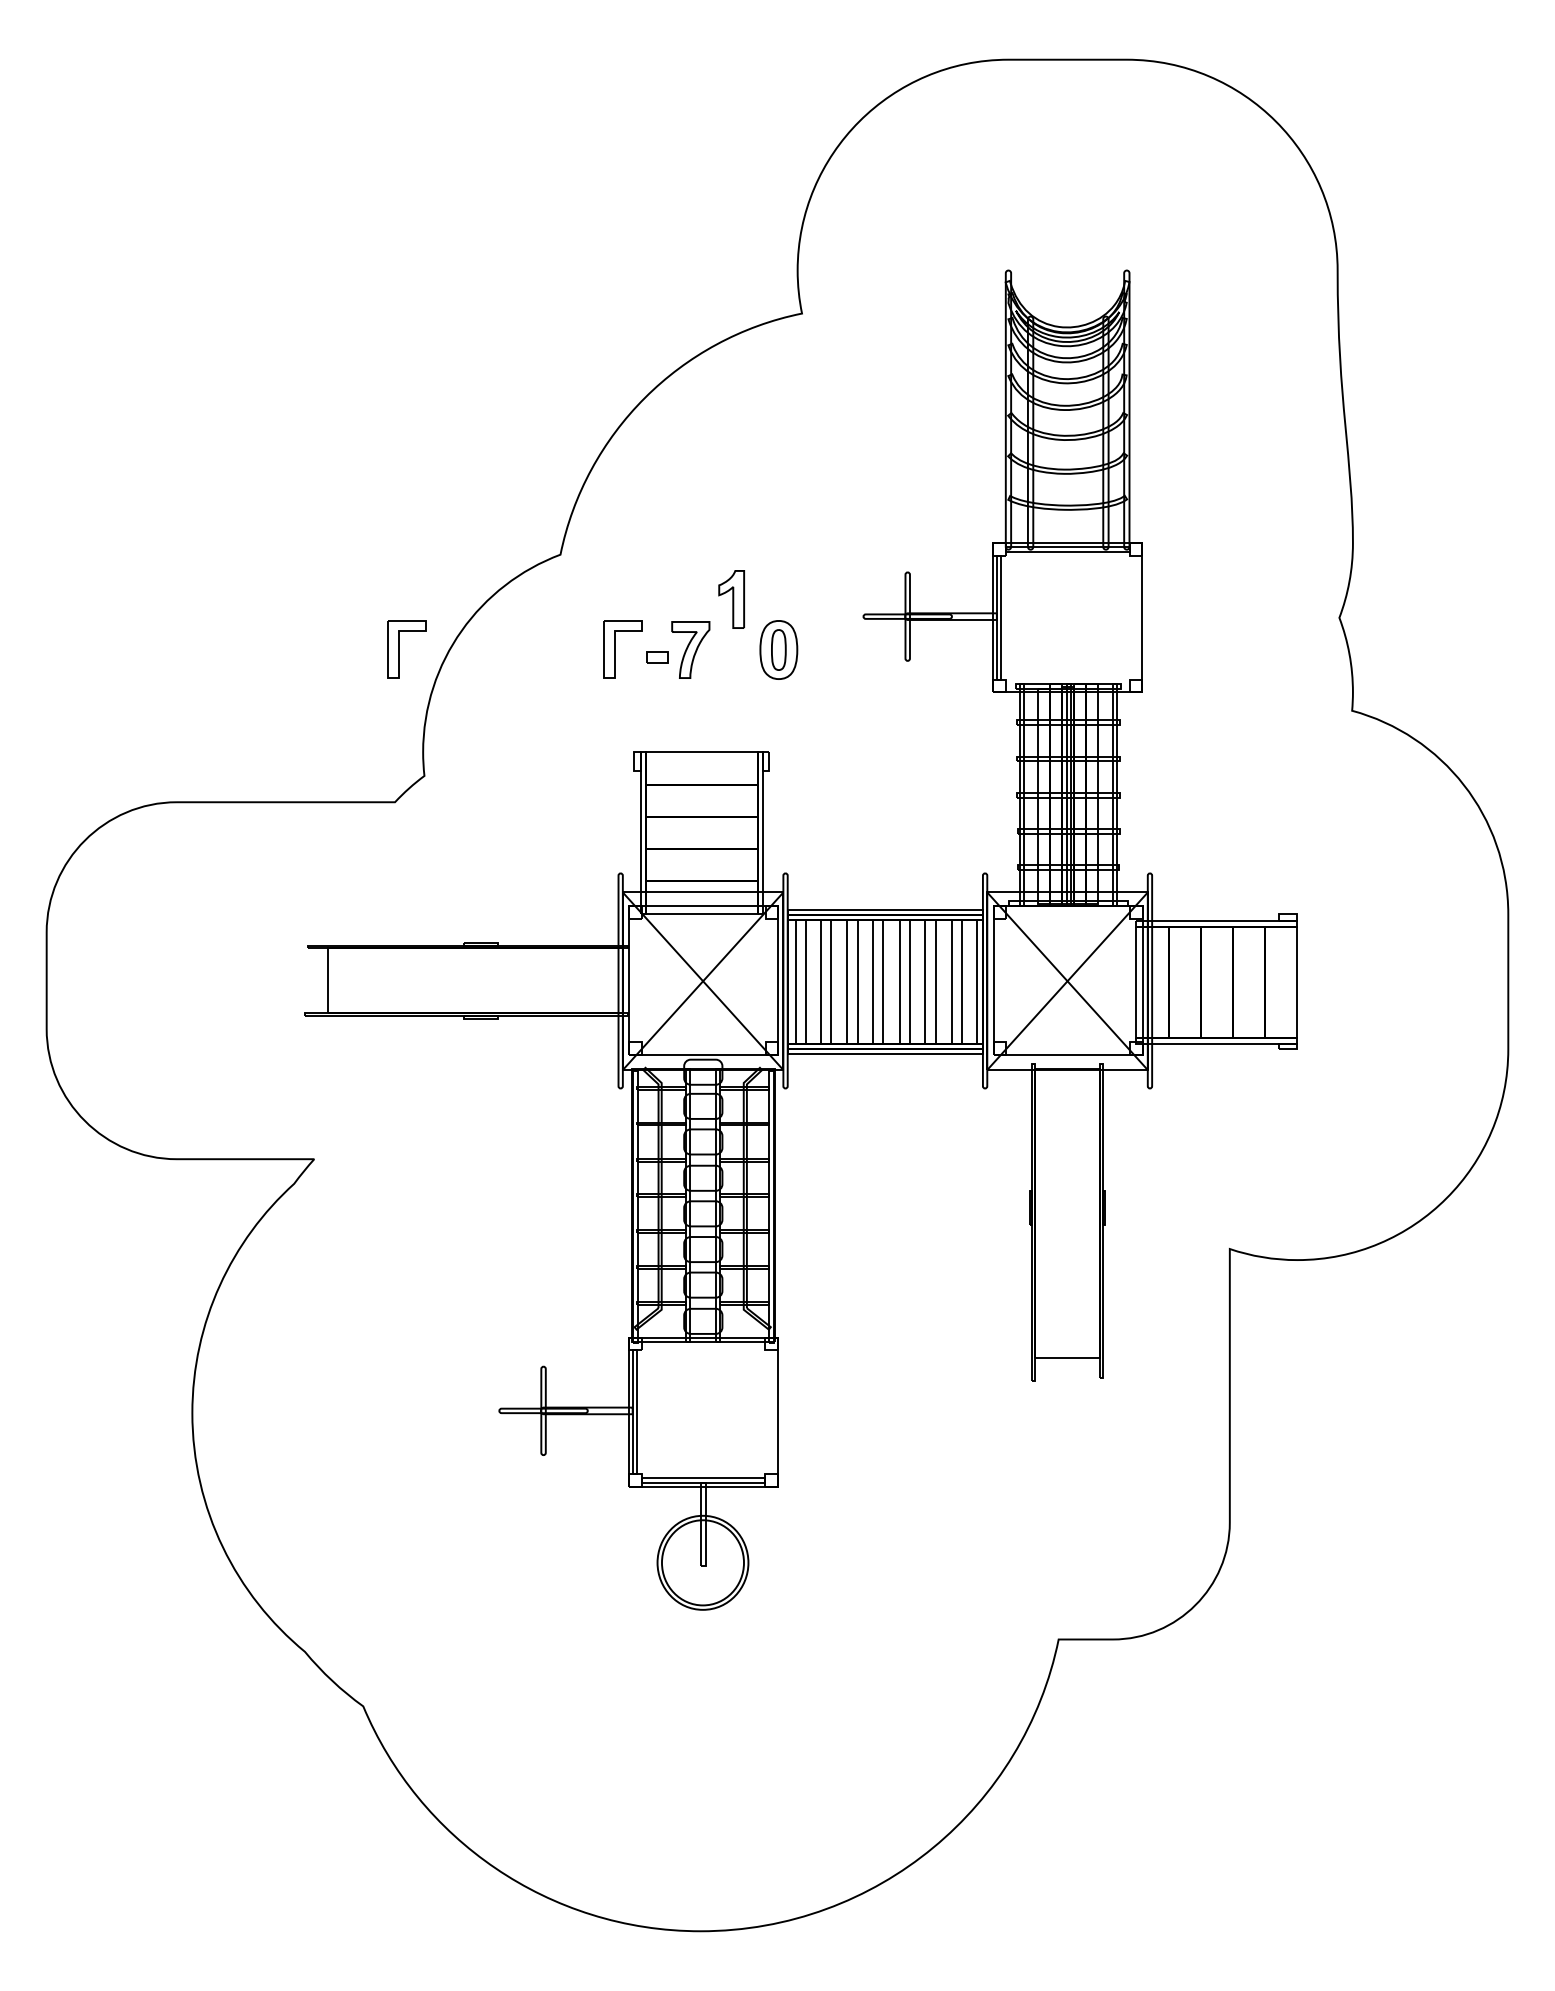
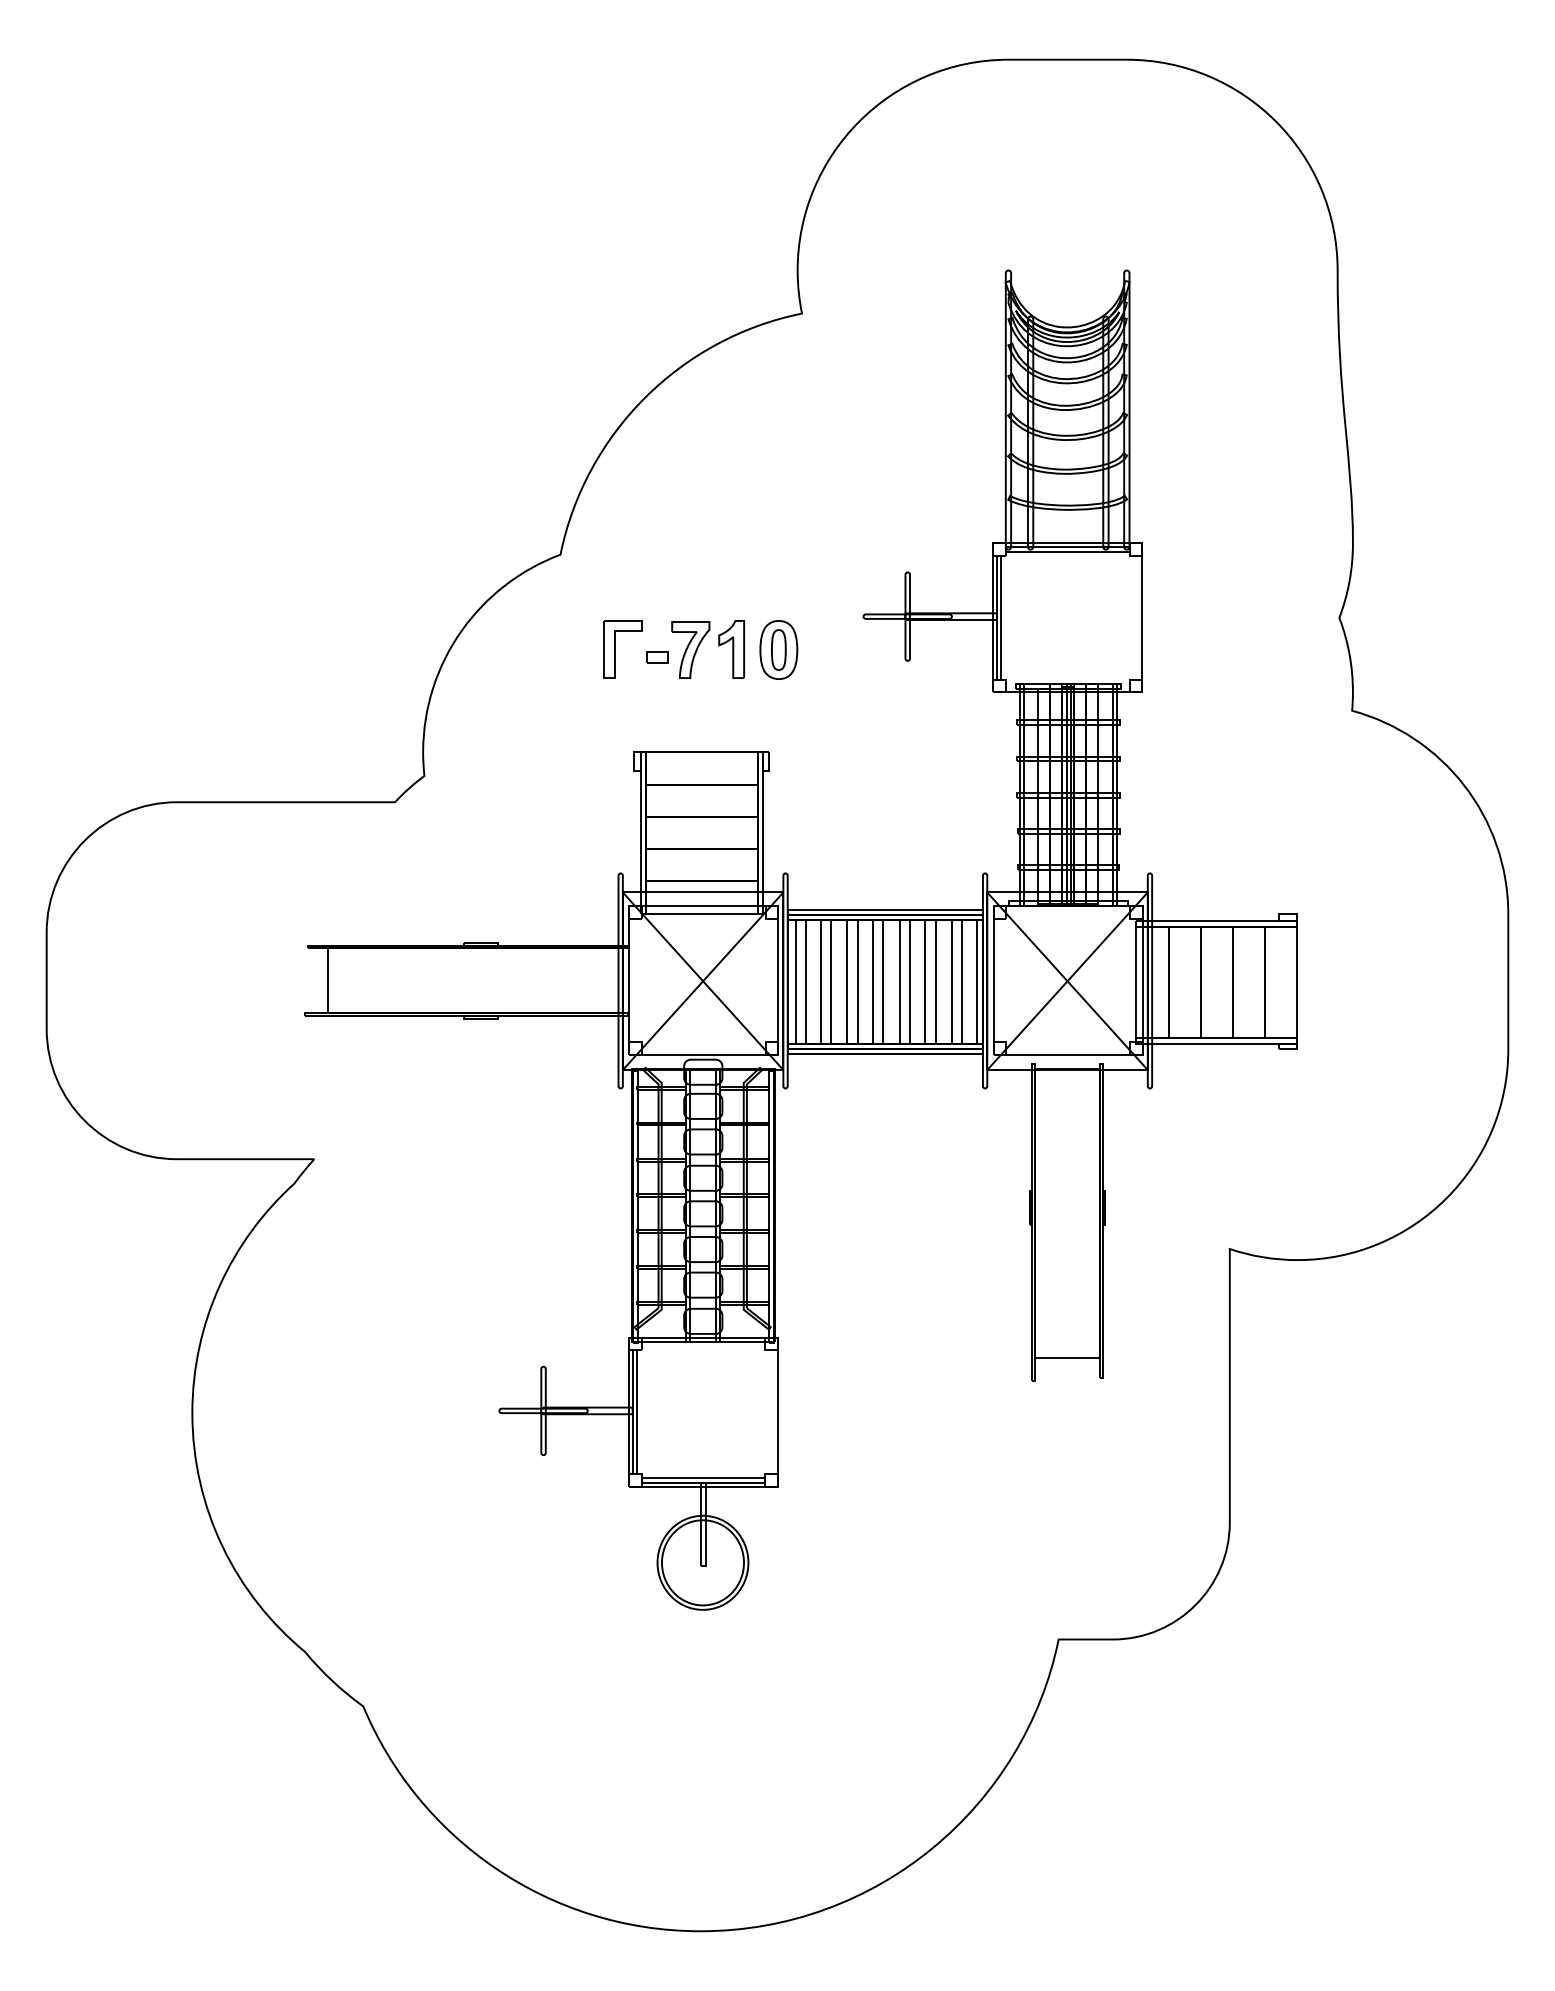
part at (731, 599) position: (731, 599) -> (731, 649)
part at (399, 649): present -> none
